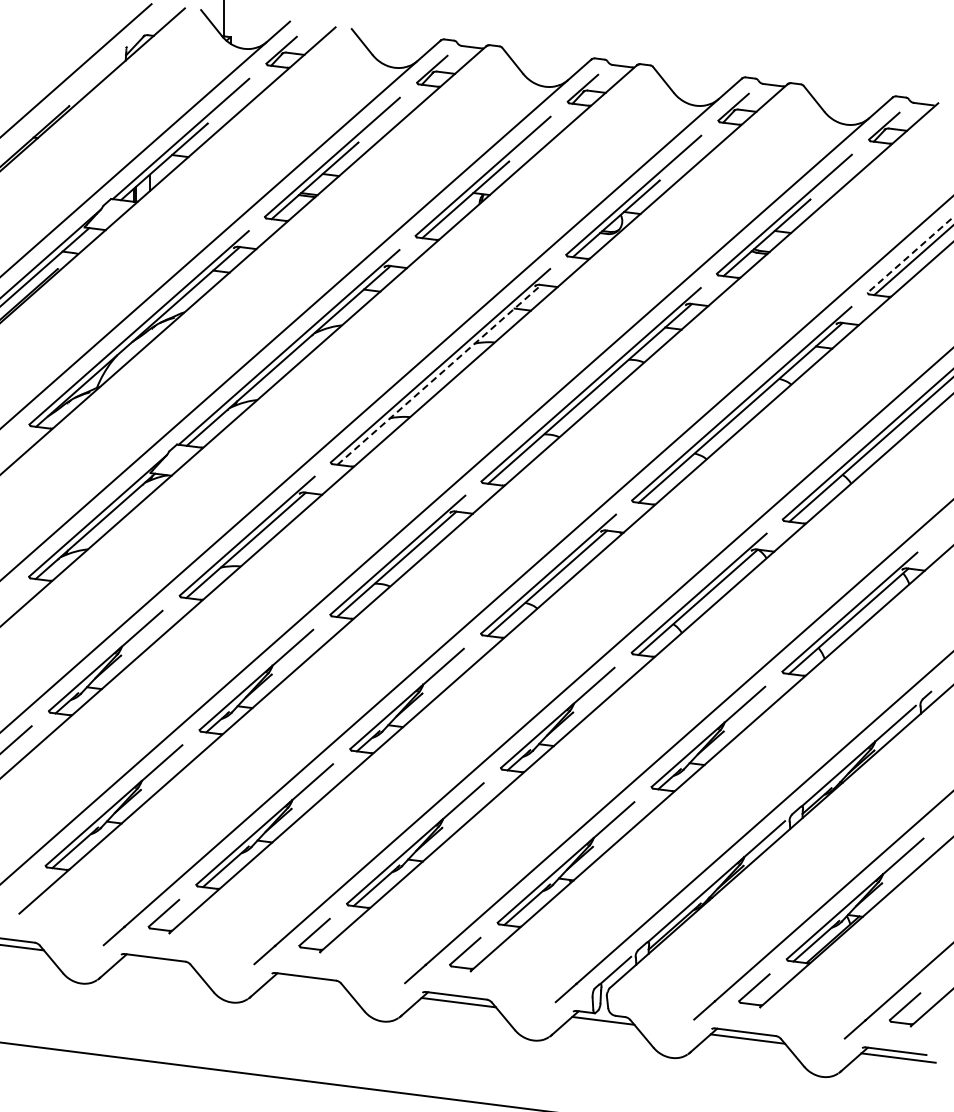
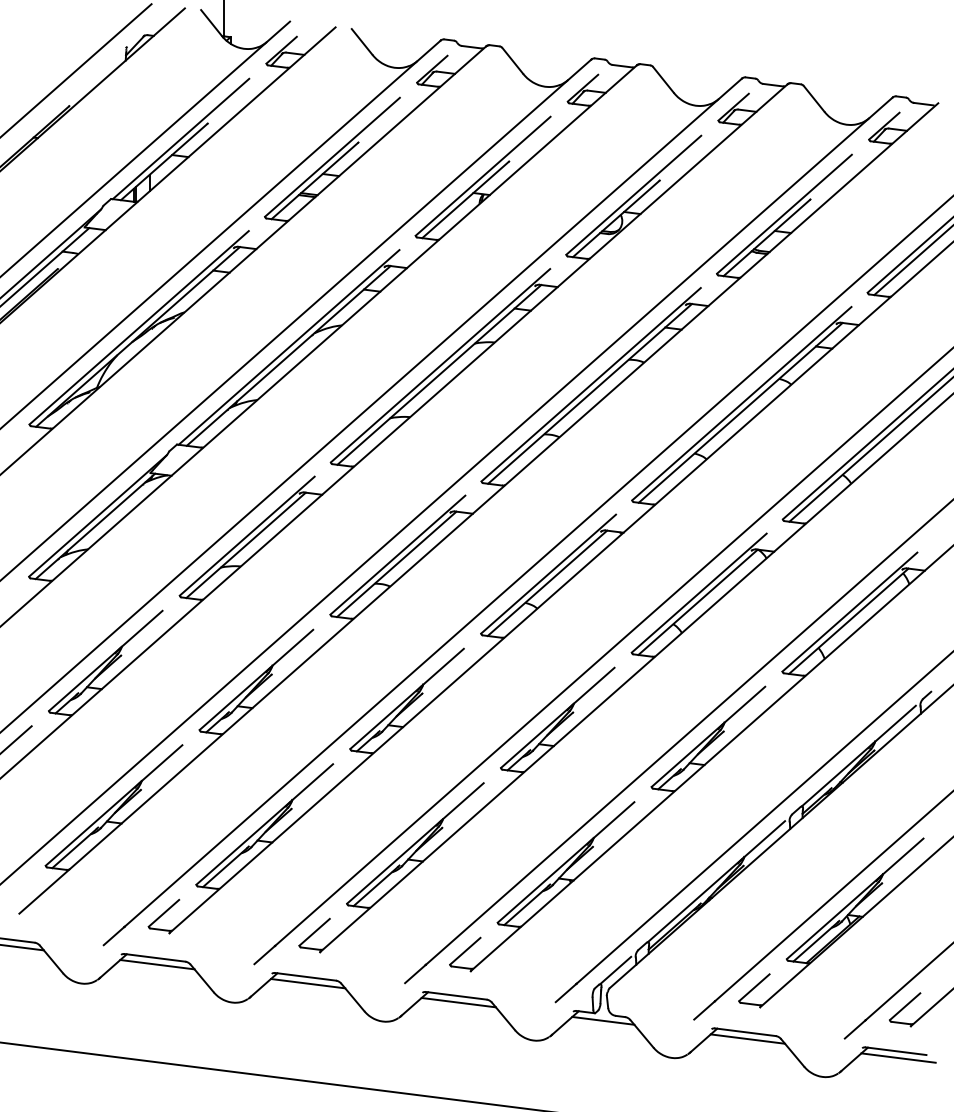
line at (910, 255): dashed -> solid
line at (439, 374): dashed -> solid
line at (157, 964): none -> present
line at (307, 983): none -> present
